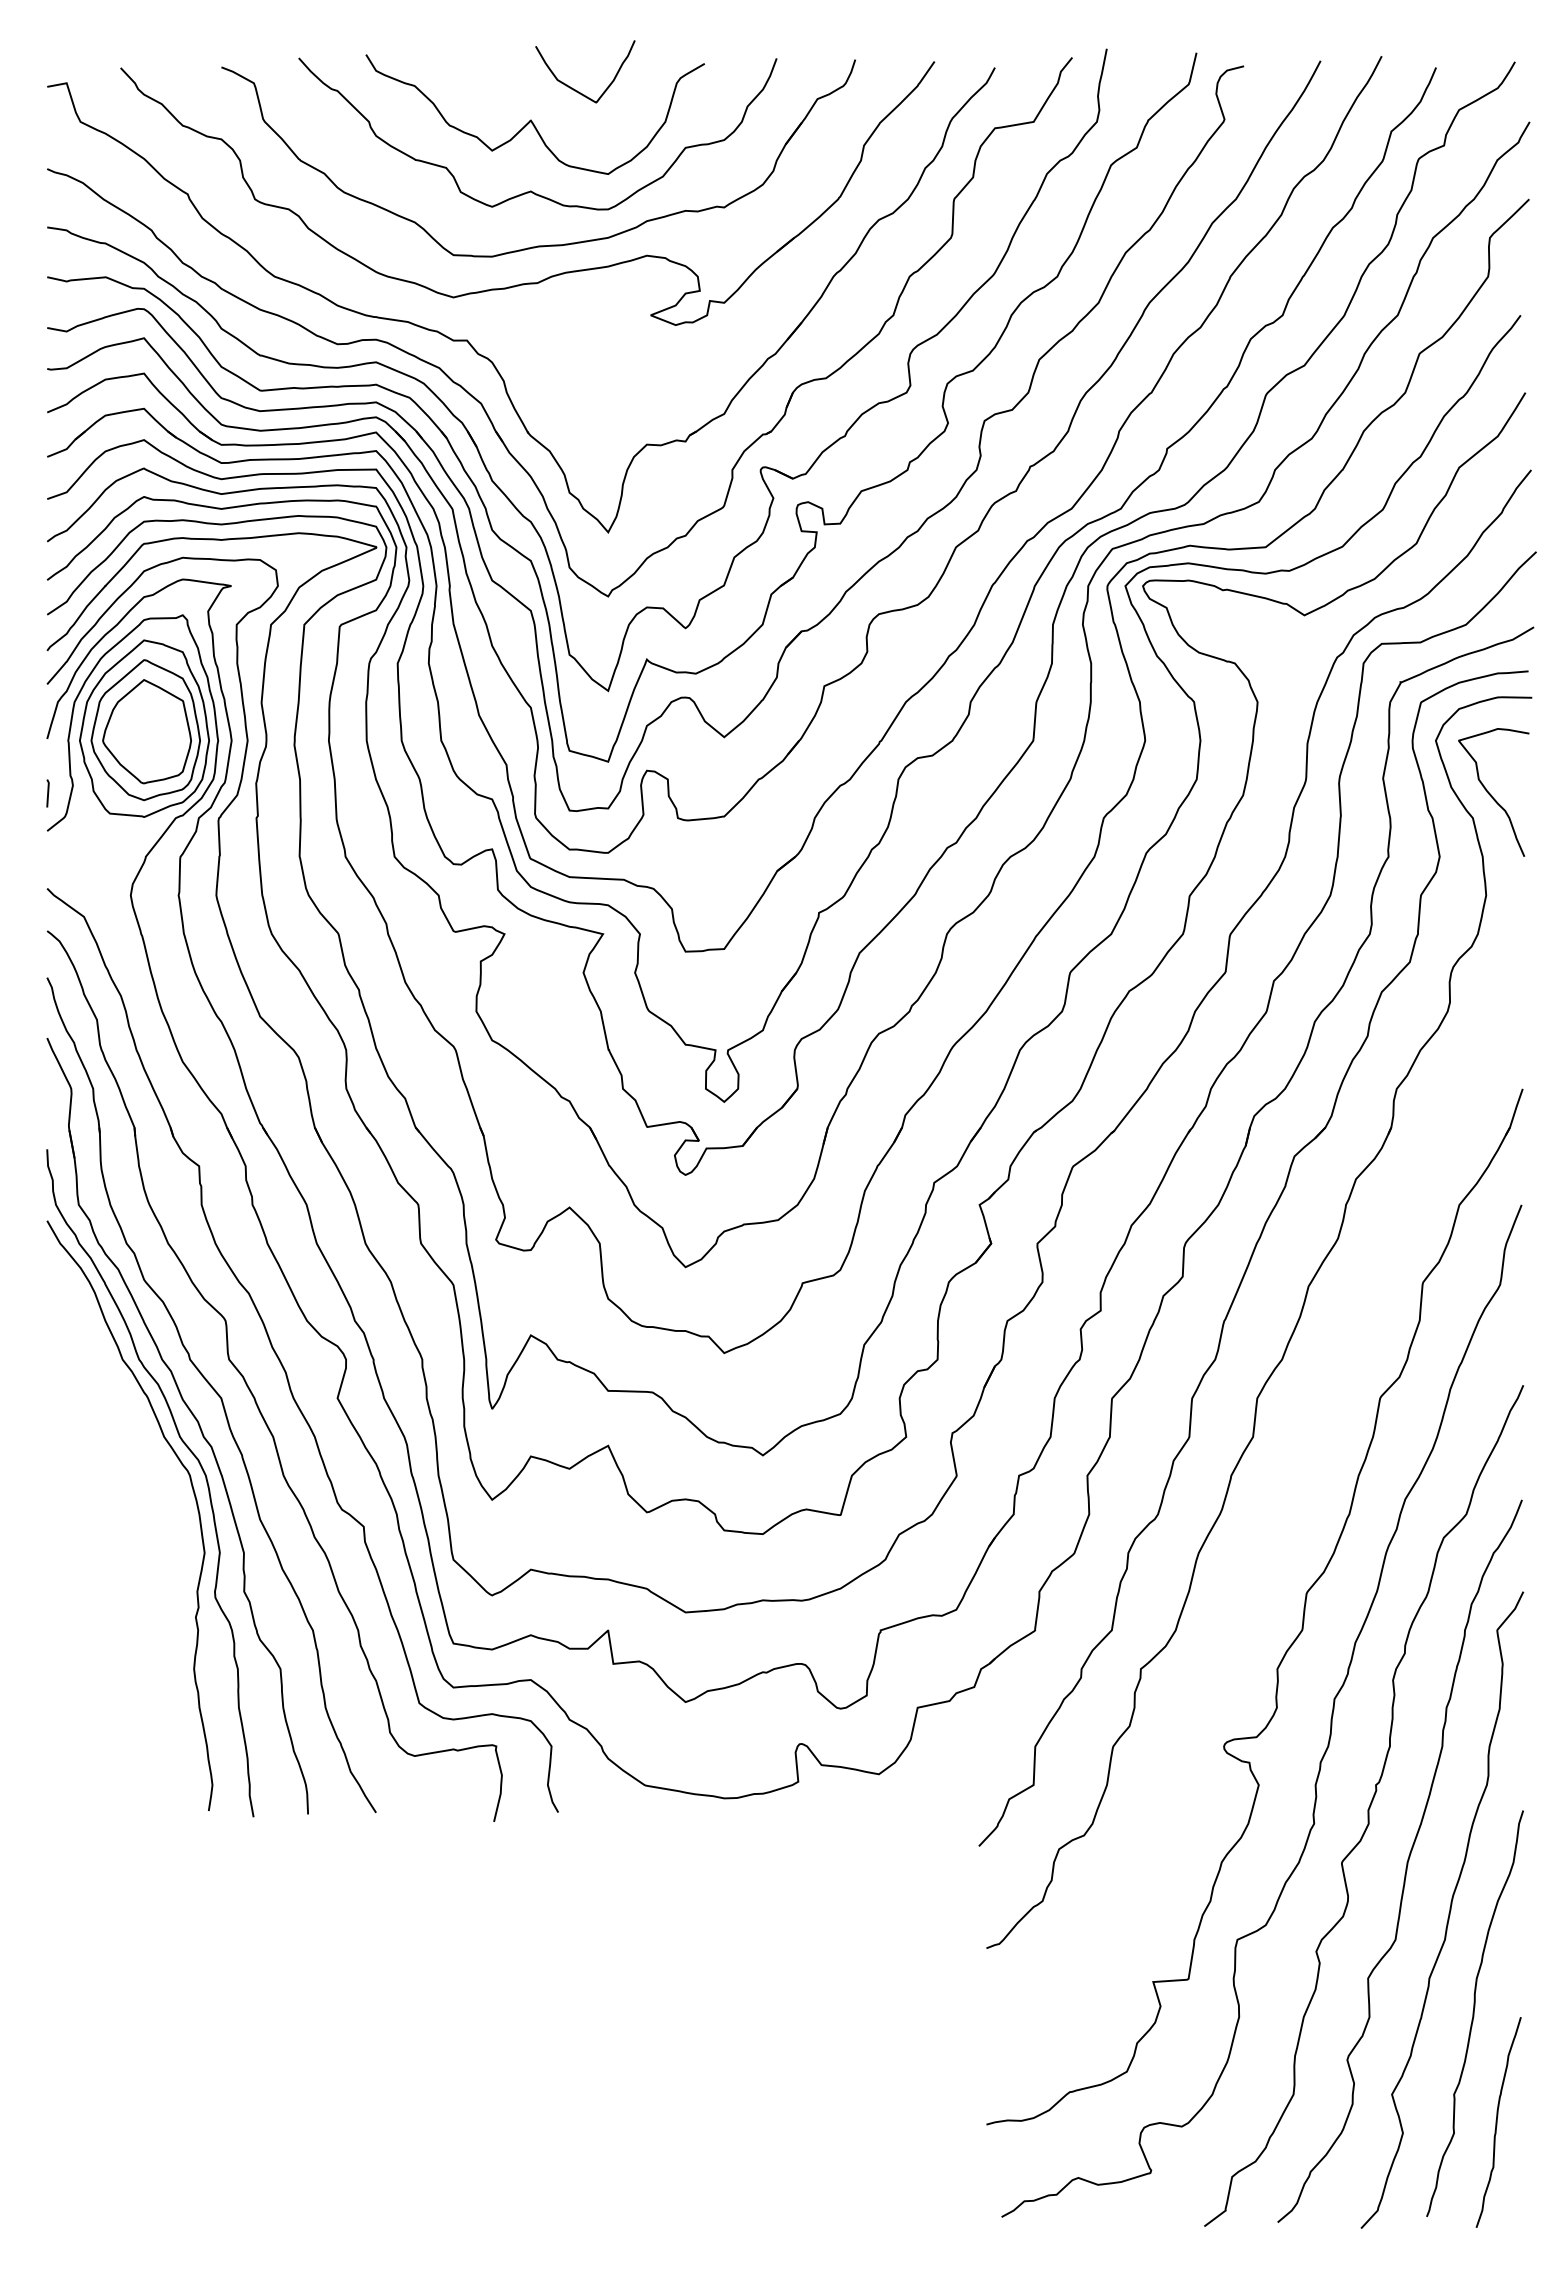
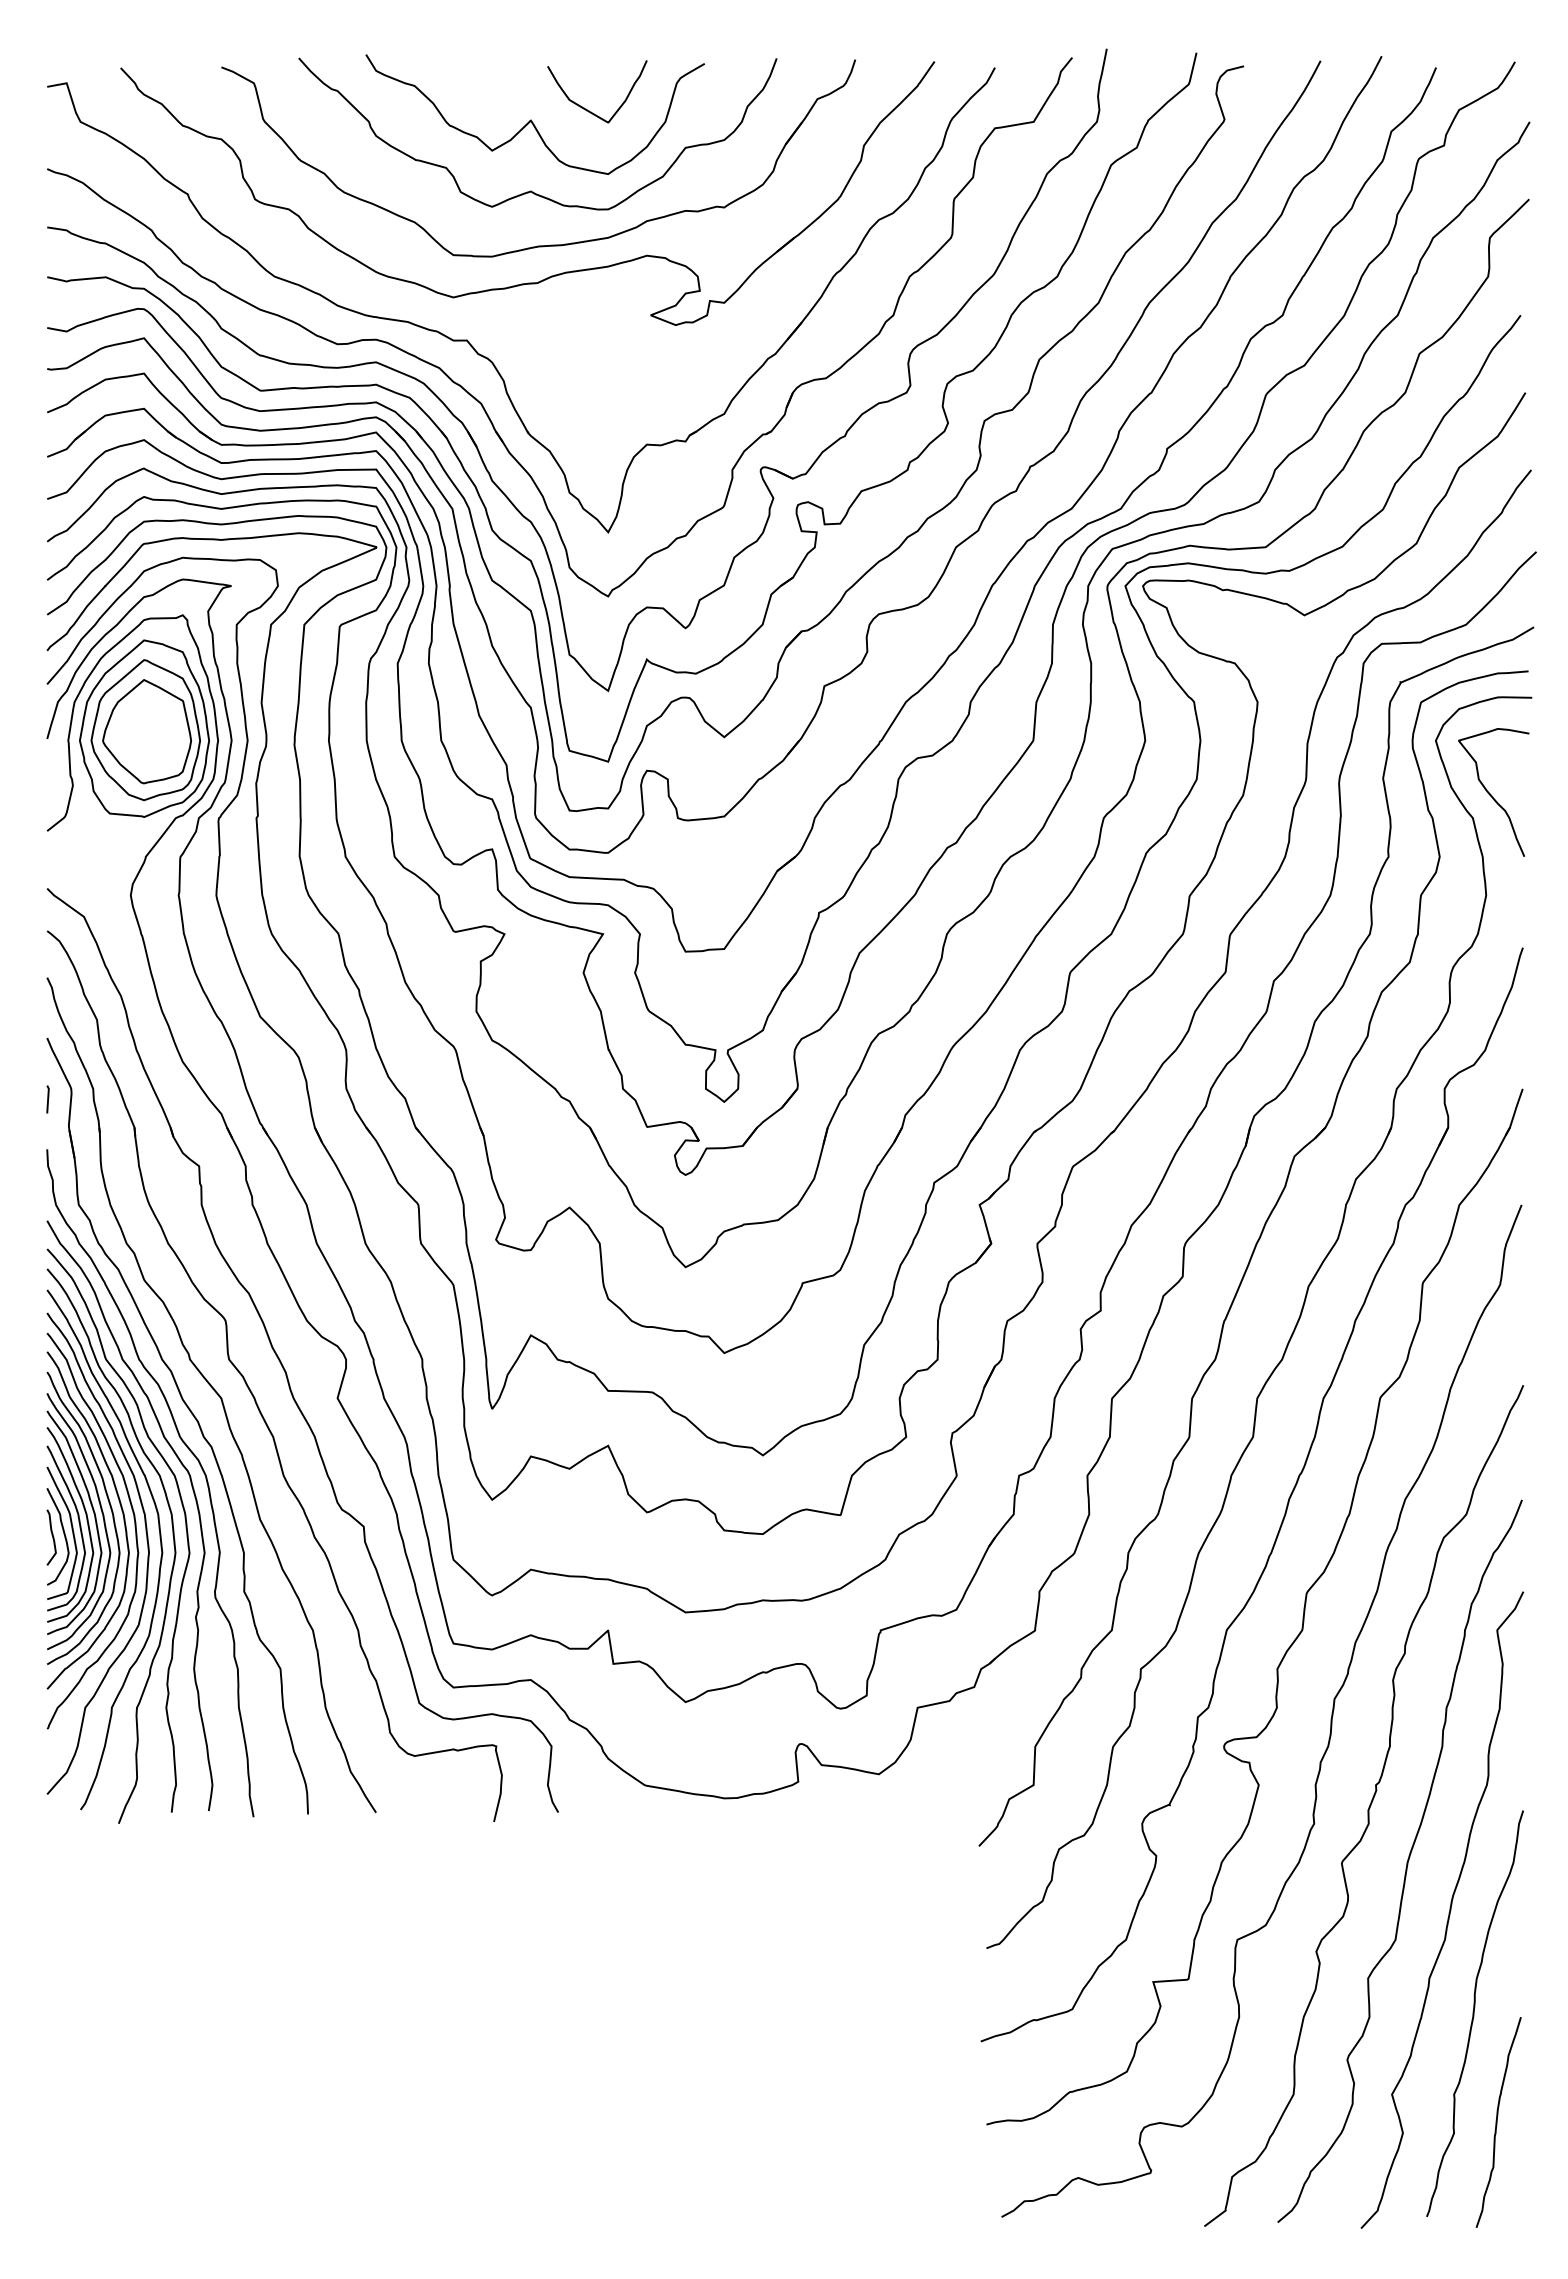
curve at (575, 89) position: (575, 89) -> (587, 109)
line at (47, 793) position: (47, 793) -> (47, 1099)
part at (1287, 1501): none -> present
part at (118, 1535): none -> present
